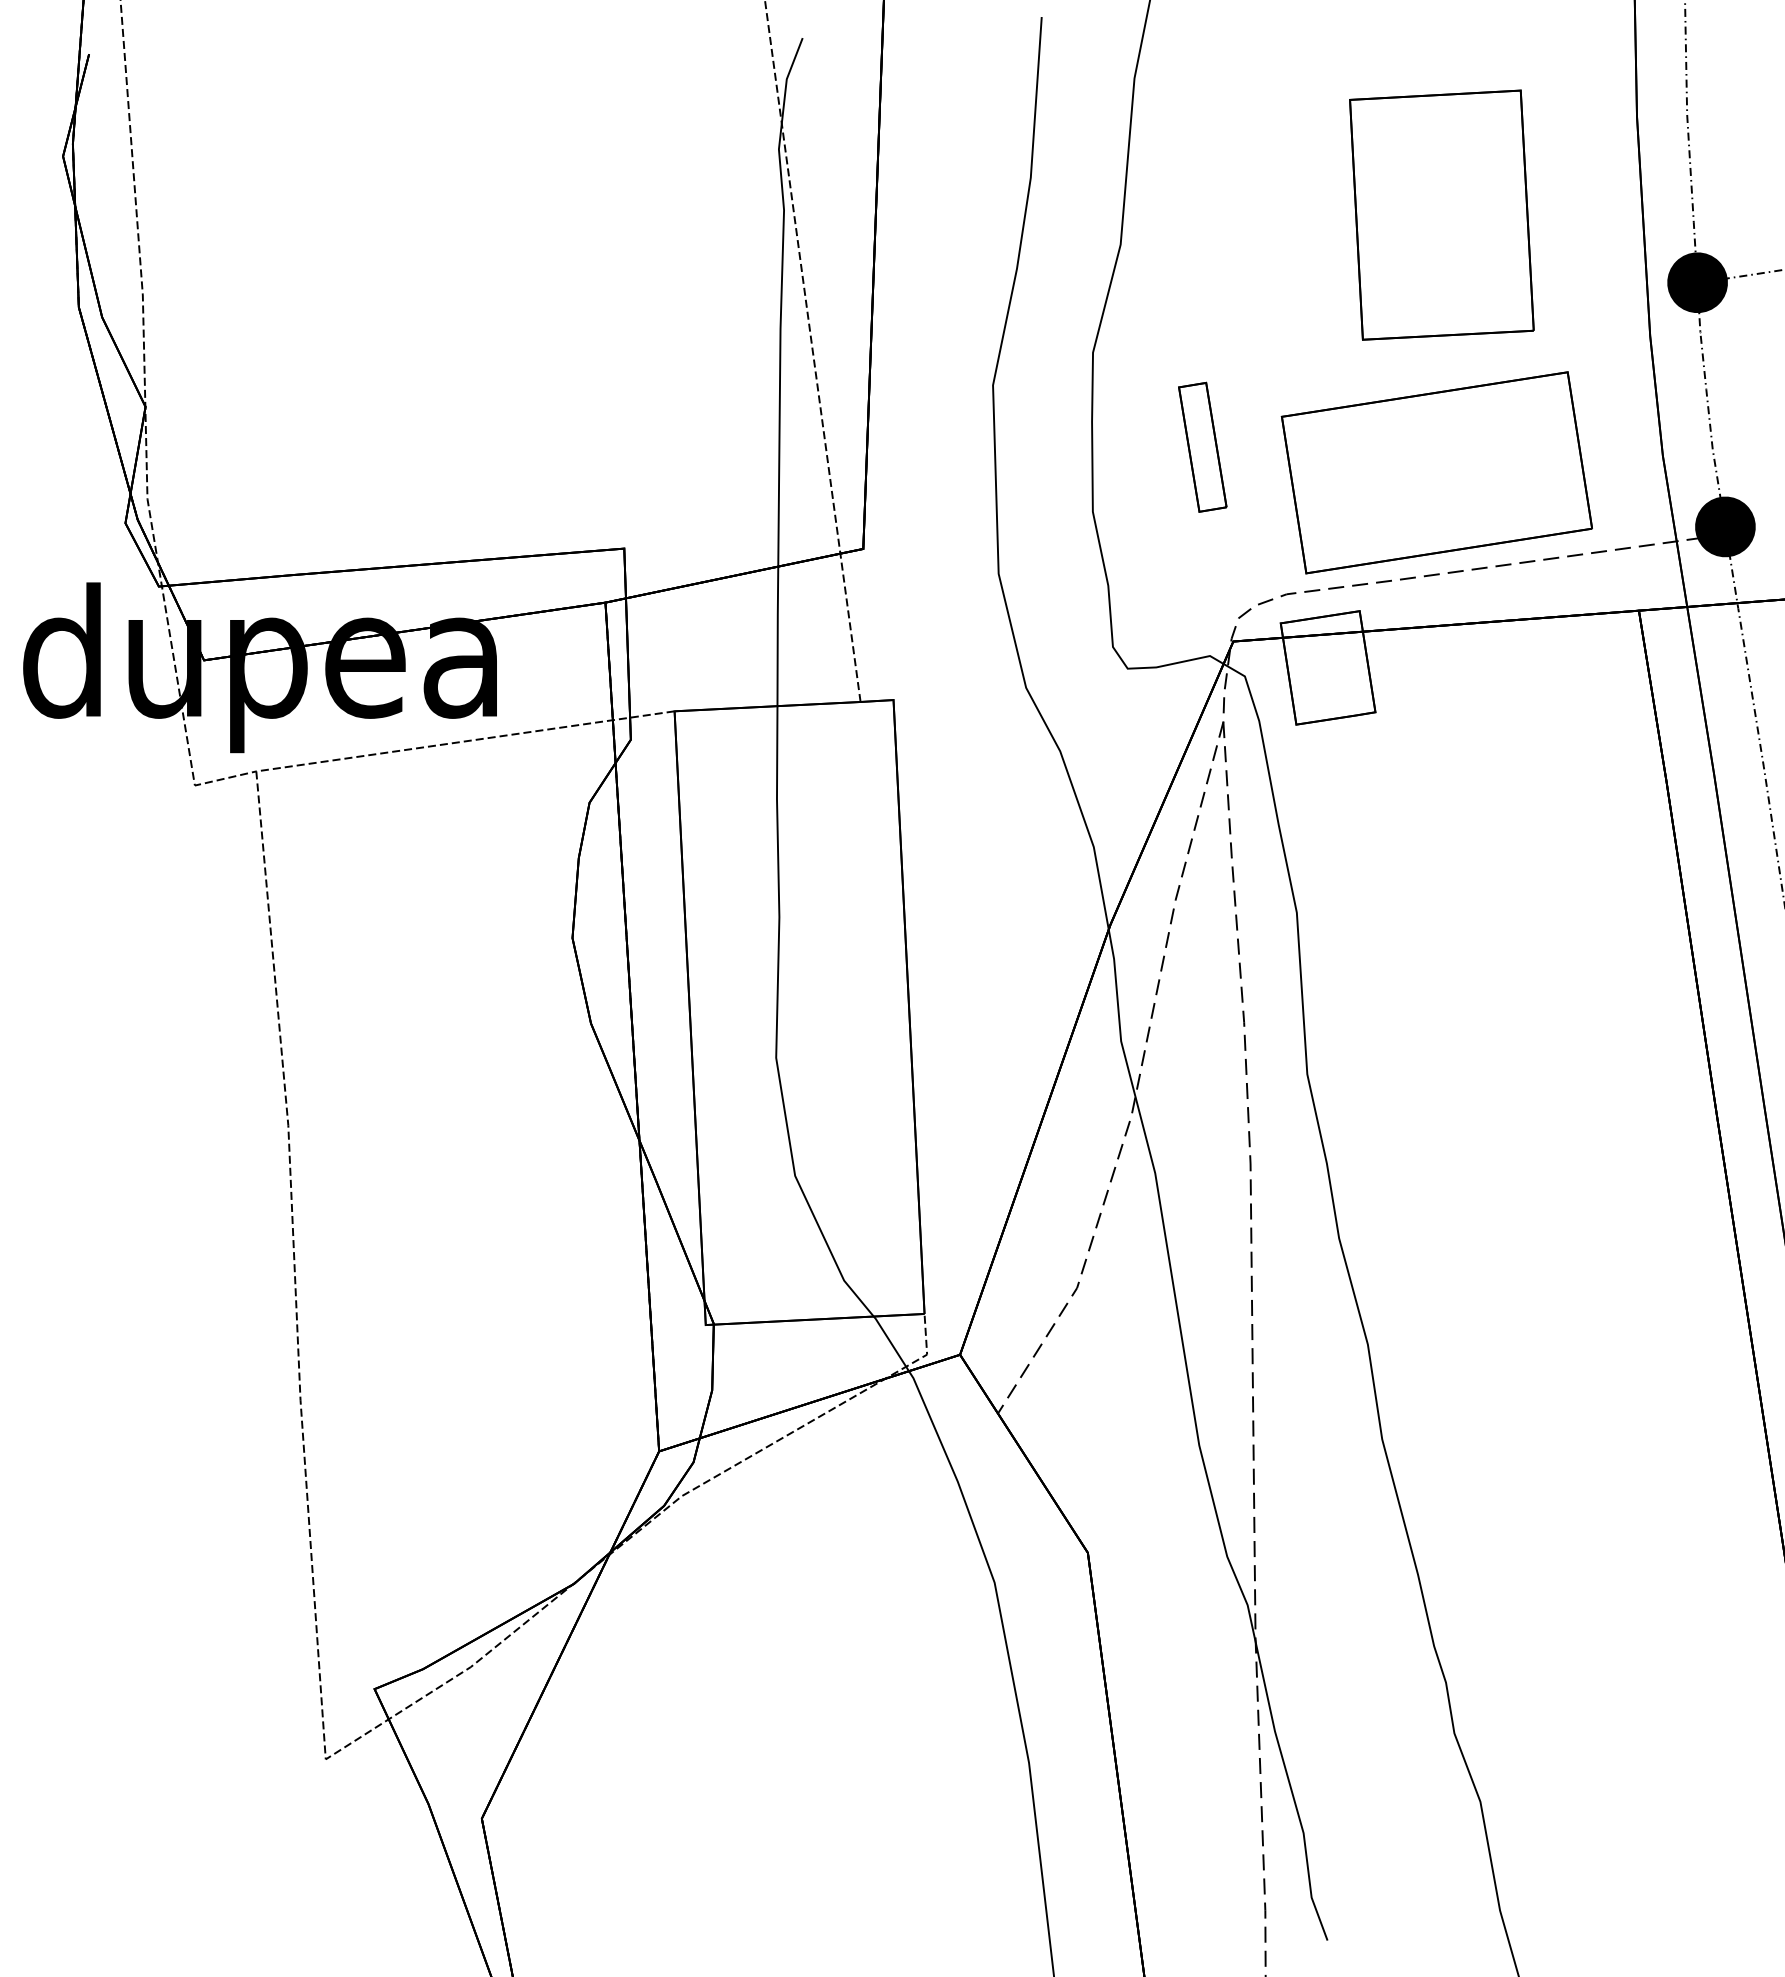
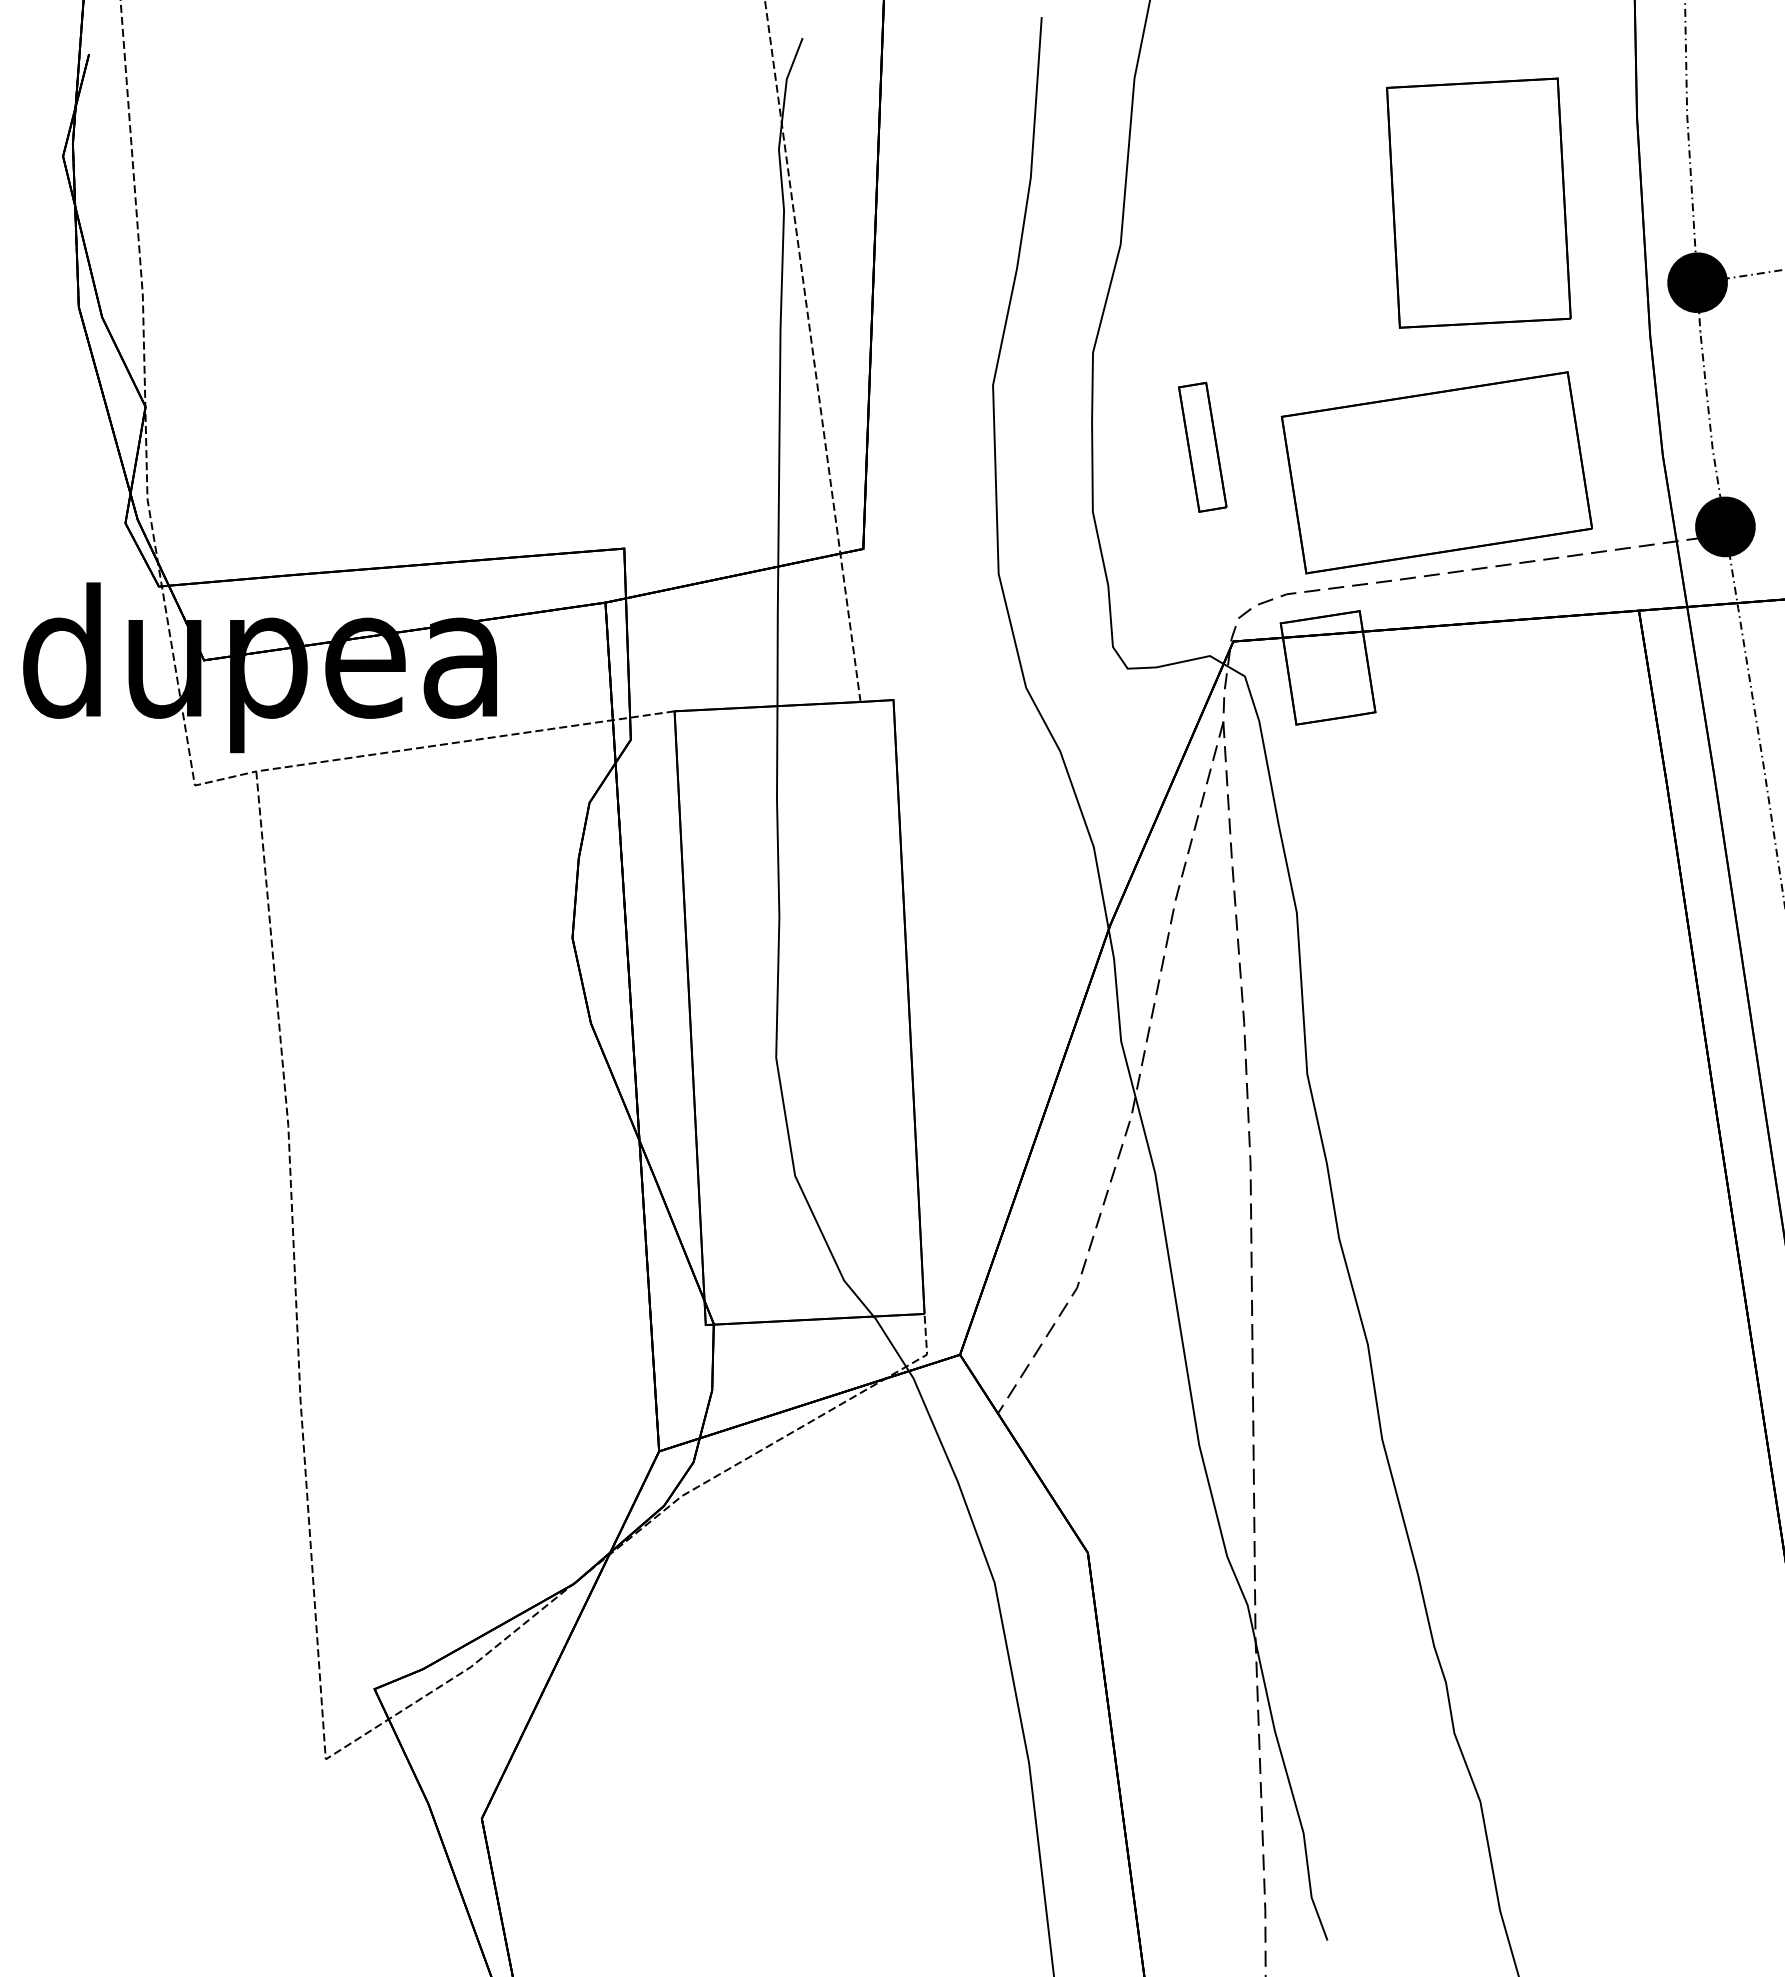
part at (1441, 214) position: (1441, 214) -> (1478, 202)
